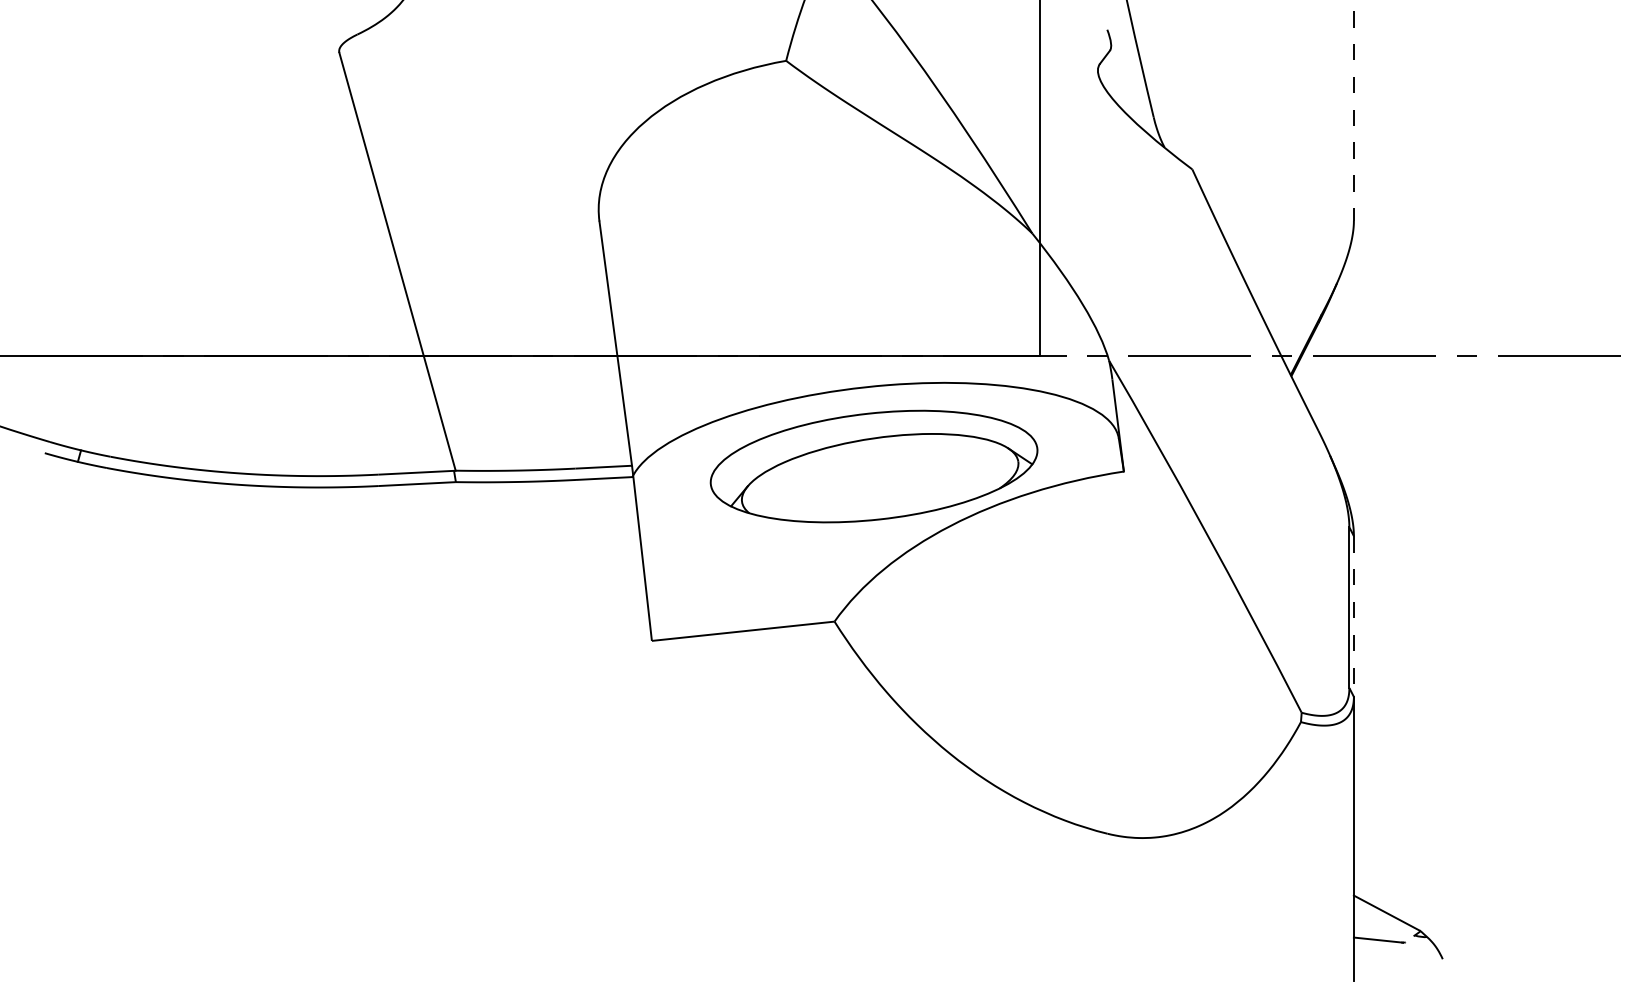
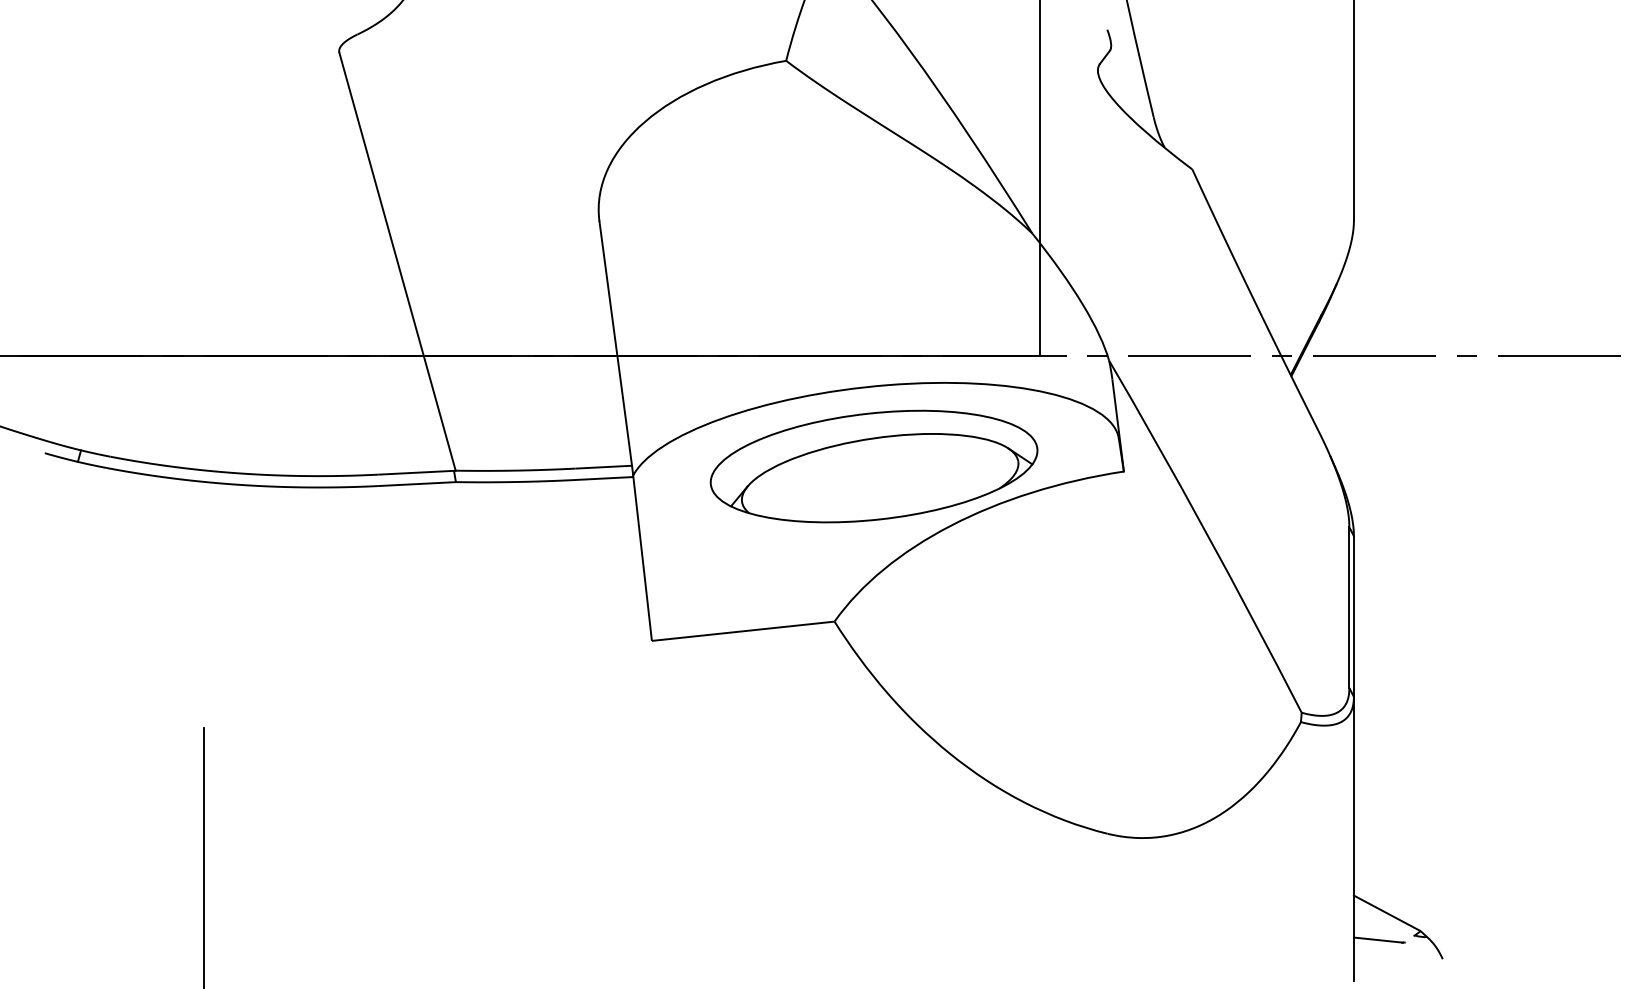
line at (1353, 110): dashed -> solid
line at (1353, 616): dashed -> solid
line at (204, 856): none -> present
